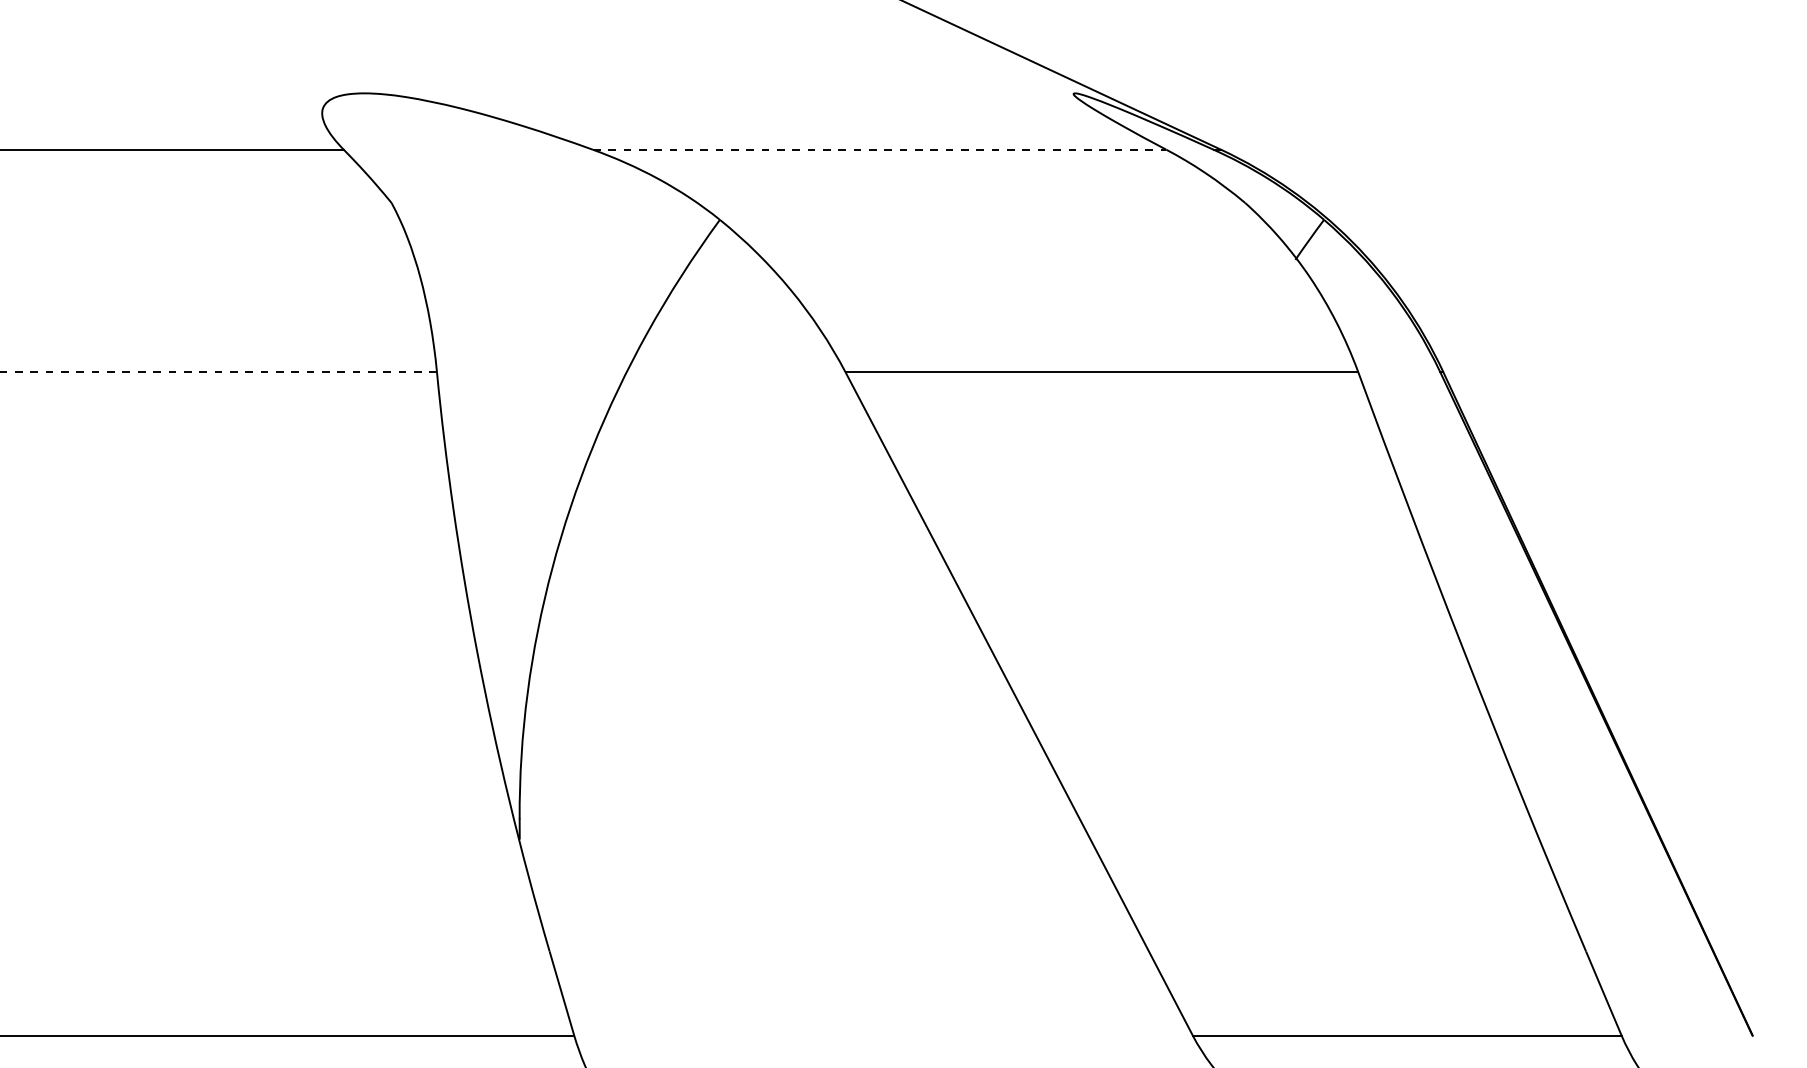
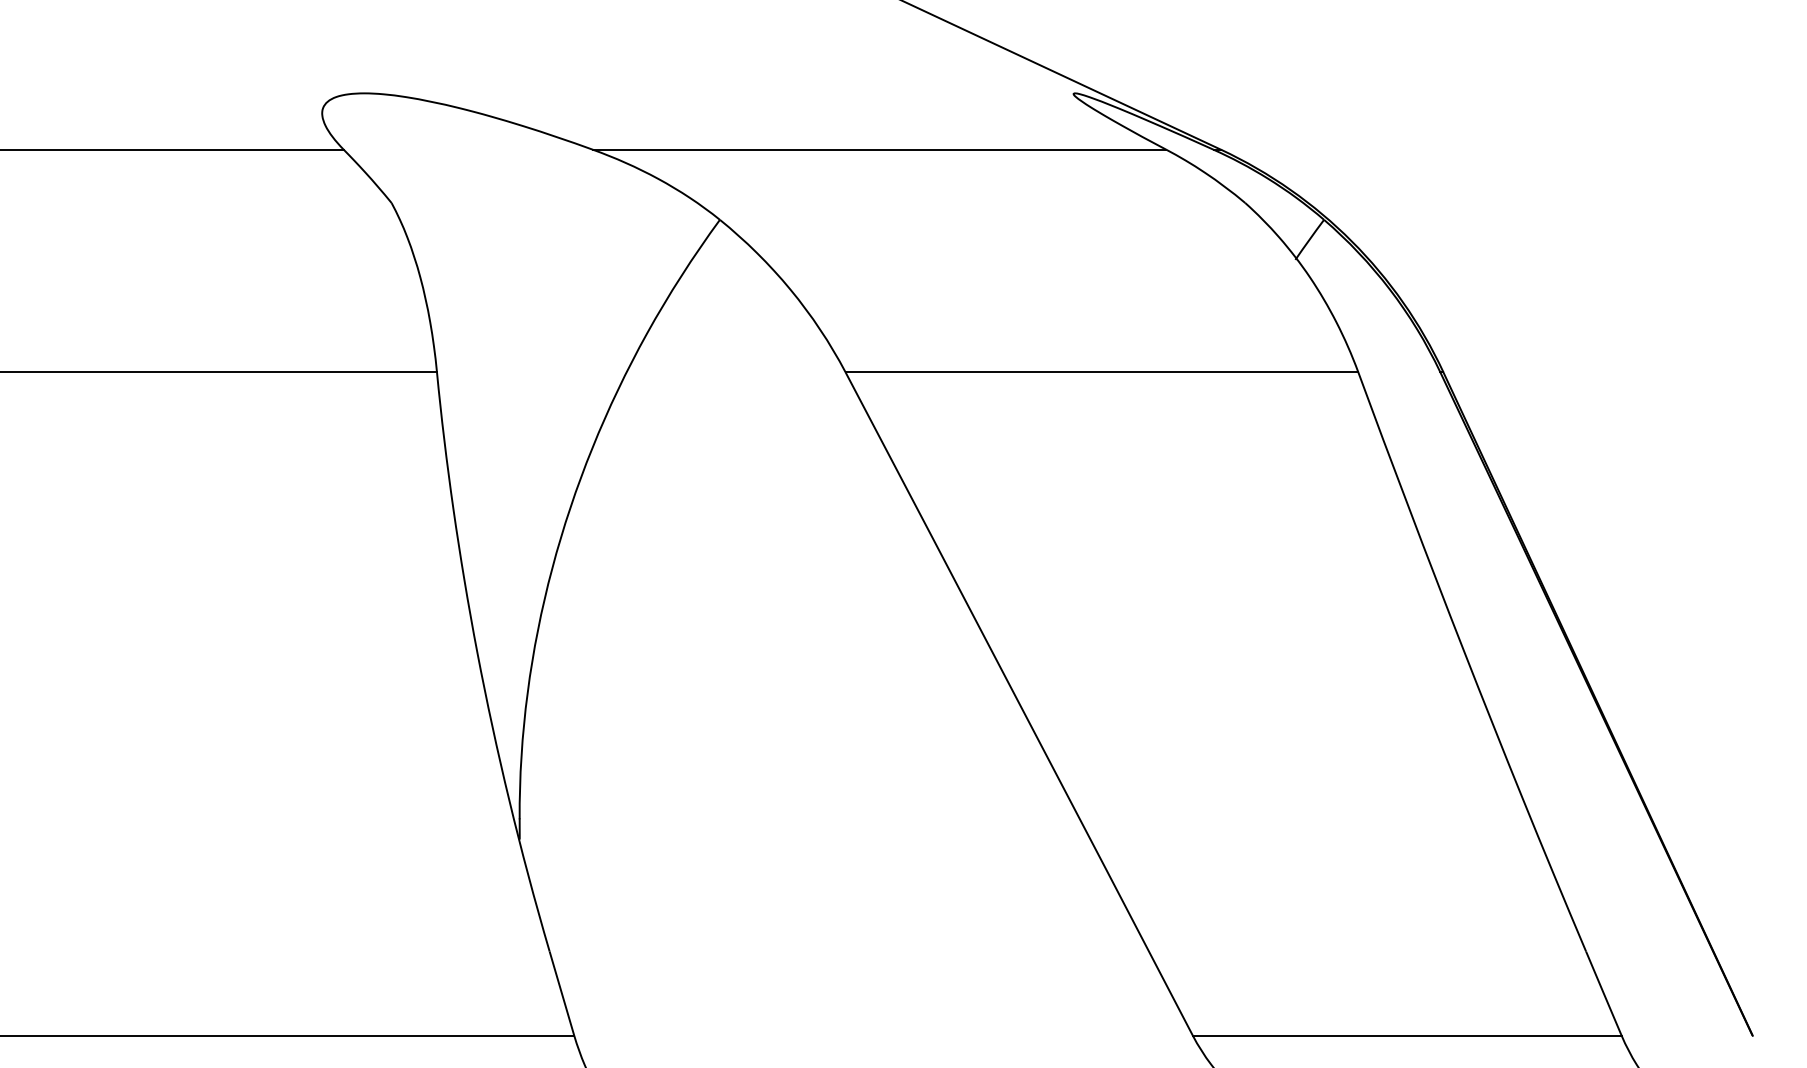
line at (879, 149): dashed -> solid
line at (218, 372): dashed -> solid
